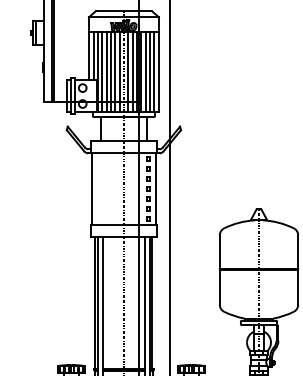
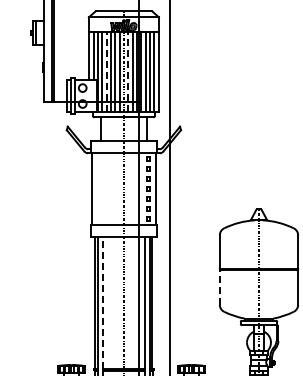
line at (106, 72): solid -> dashed
line at (128, 72): solid -> dashed
line at (219, 286): solid -> dashed
line at (102, 303): solid -> dashed
